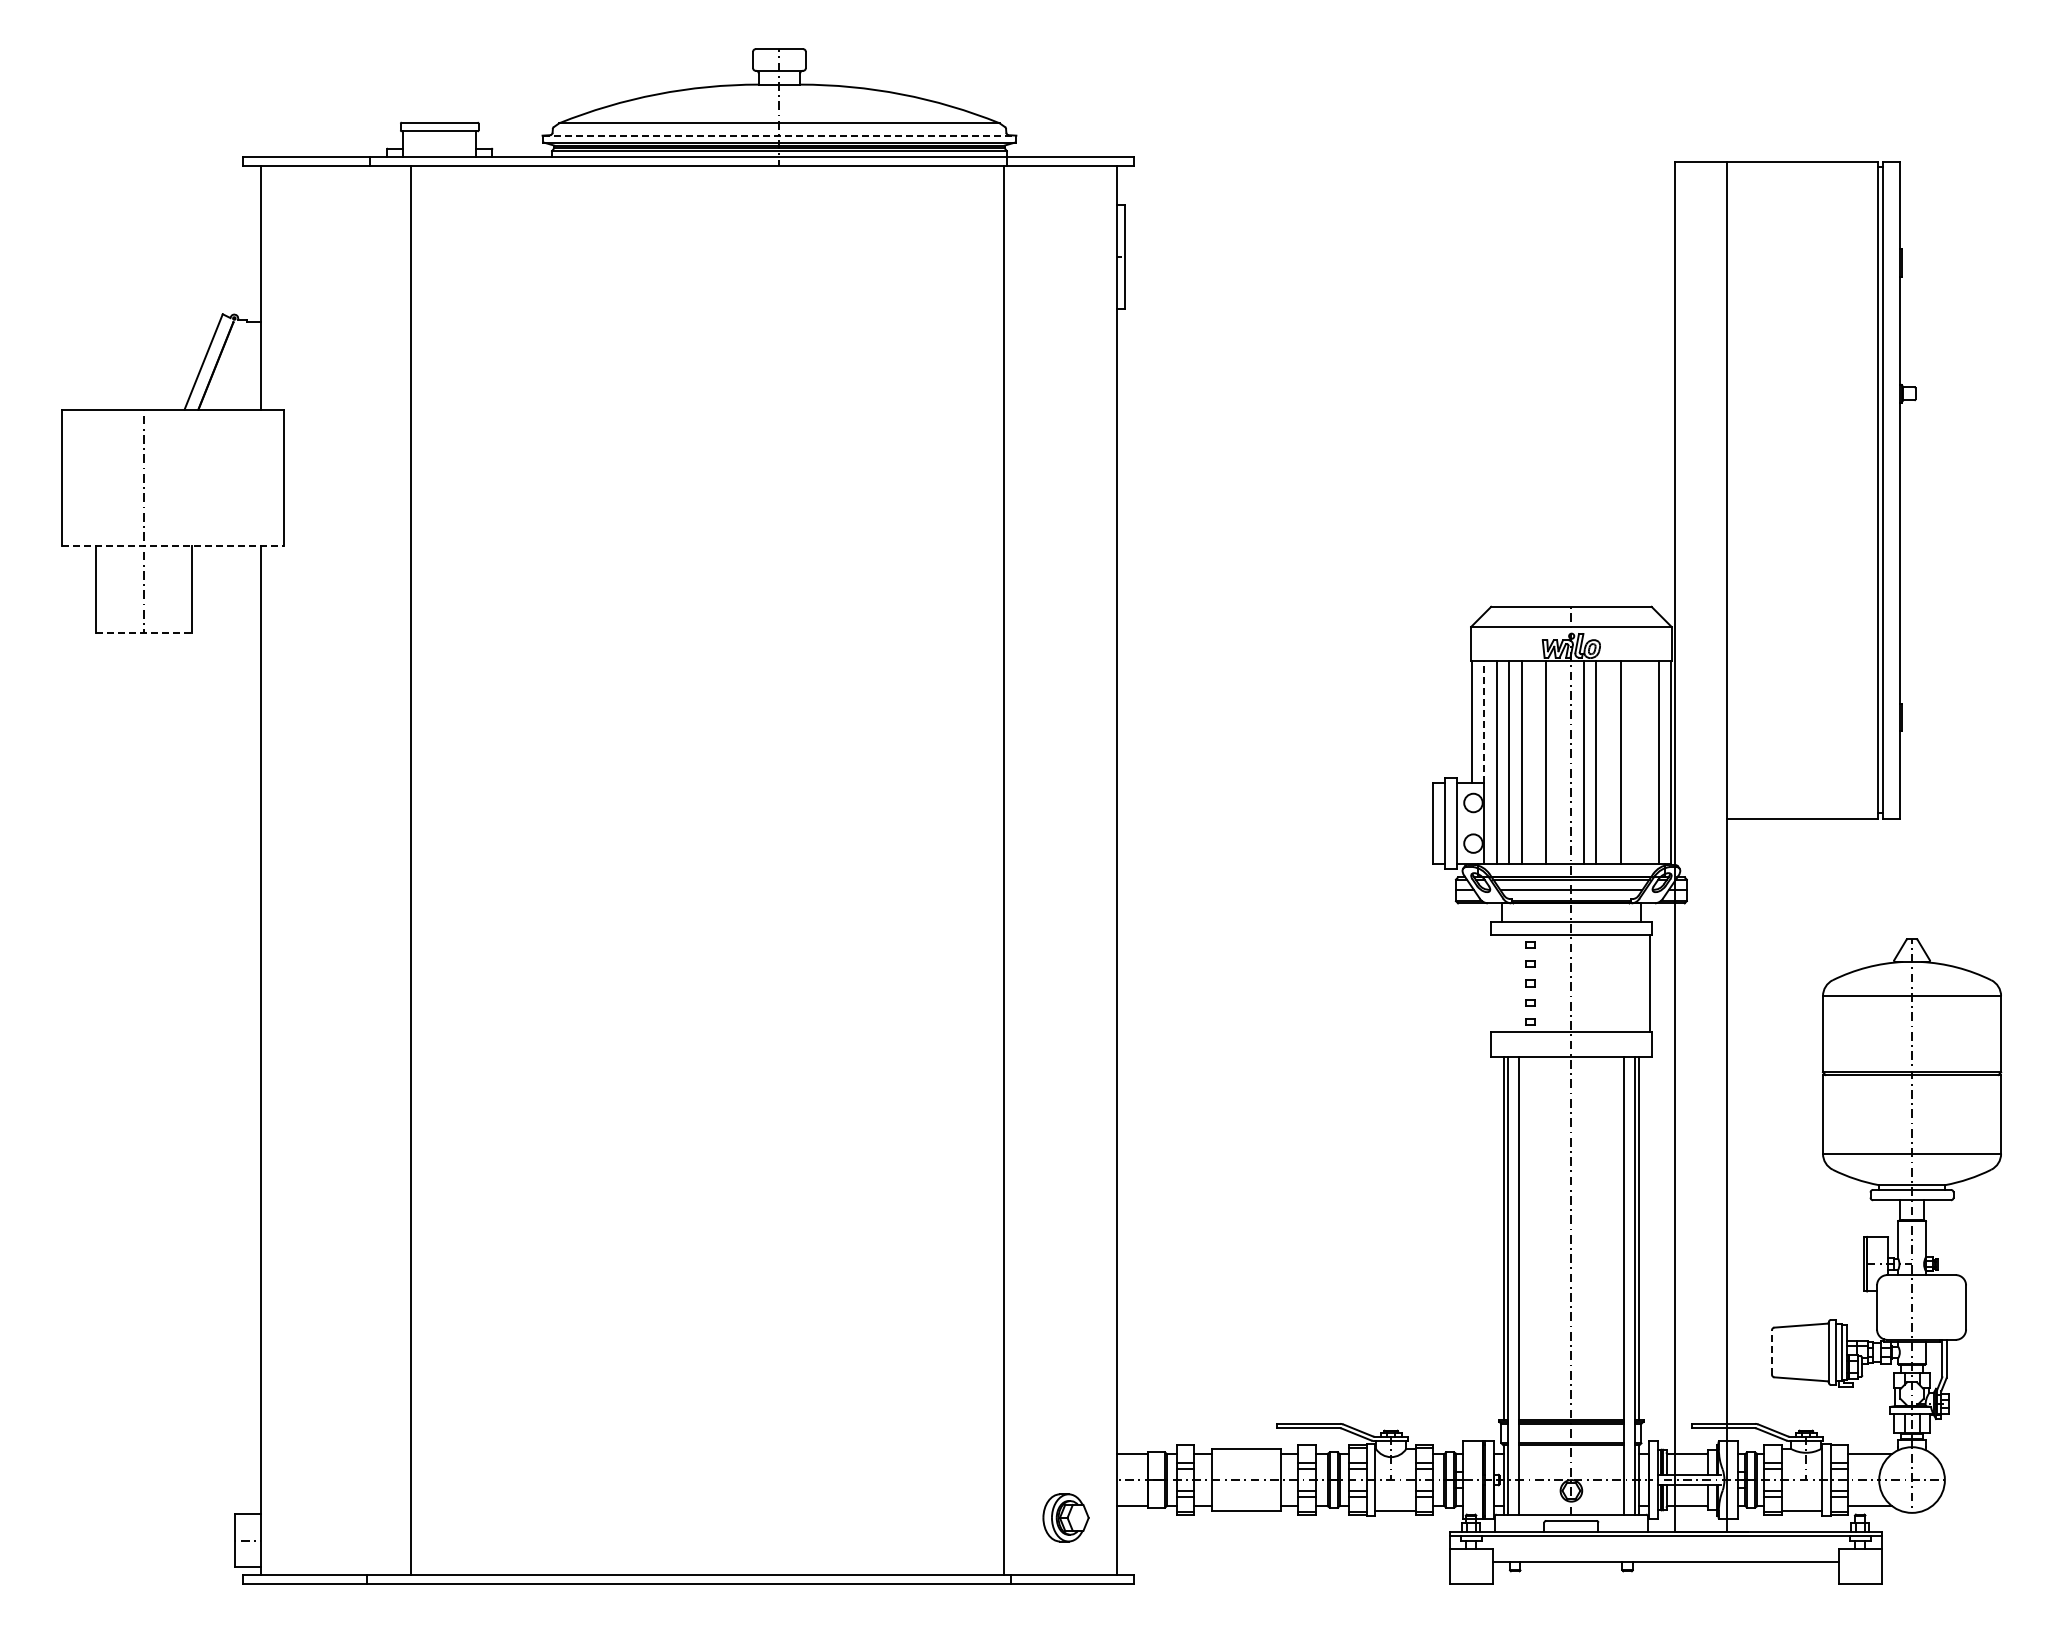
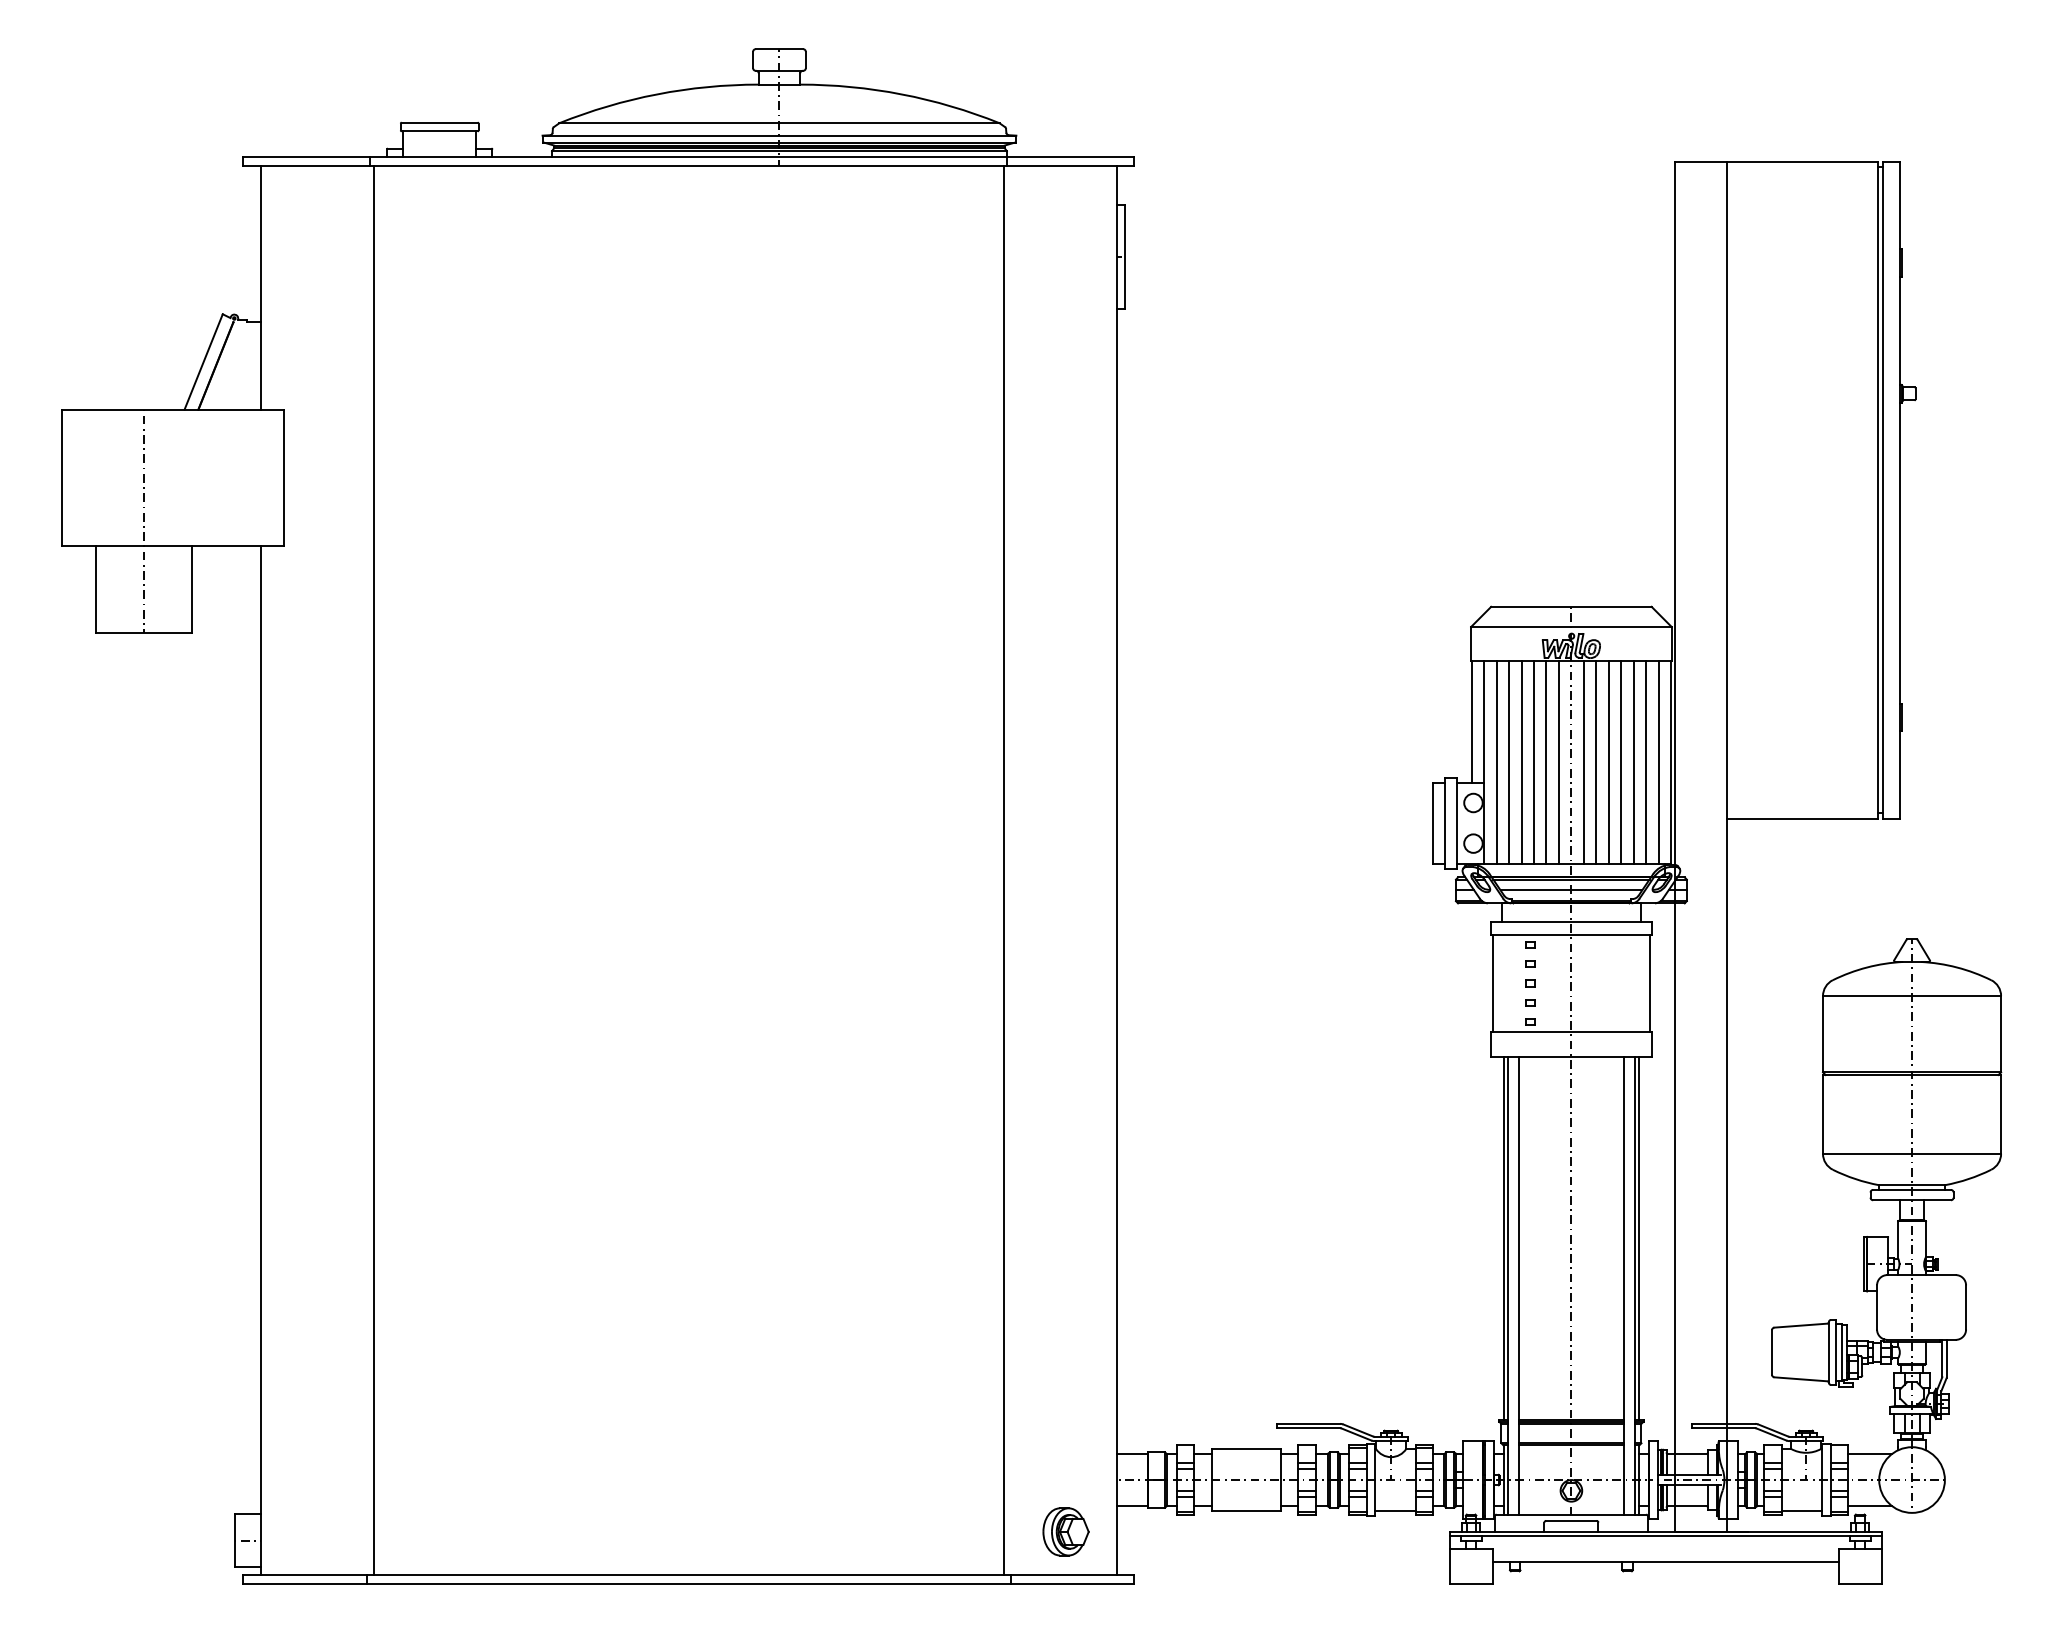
line at (779, 135): dashed -> solid
line at (173, 546): dashed -> solid
line at (144, 632): dashed -> solid
line at (1484, 721): dashed -> solid
line at (1533, 761): none -> present
line at (1558, 761): none -> present
line at (1608, 761): none -> present
line at (1633, 761): none -> present
line at (1646, 761): none -> present
line at (410, 870) position: (410, 870) -> (373, 870)
line at (1493, 983): none -> present
line at (1772, 1351): dashed -> solid
part at (1065, 1517) position: (1065, 1517) -> (1065, 1531)
